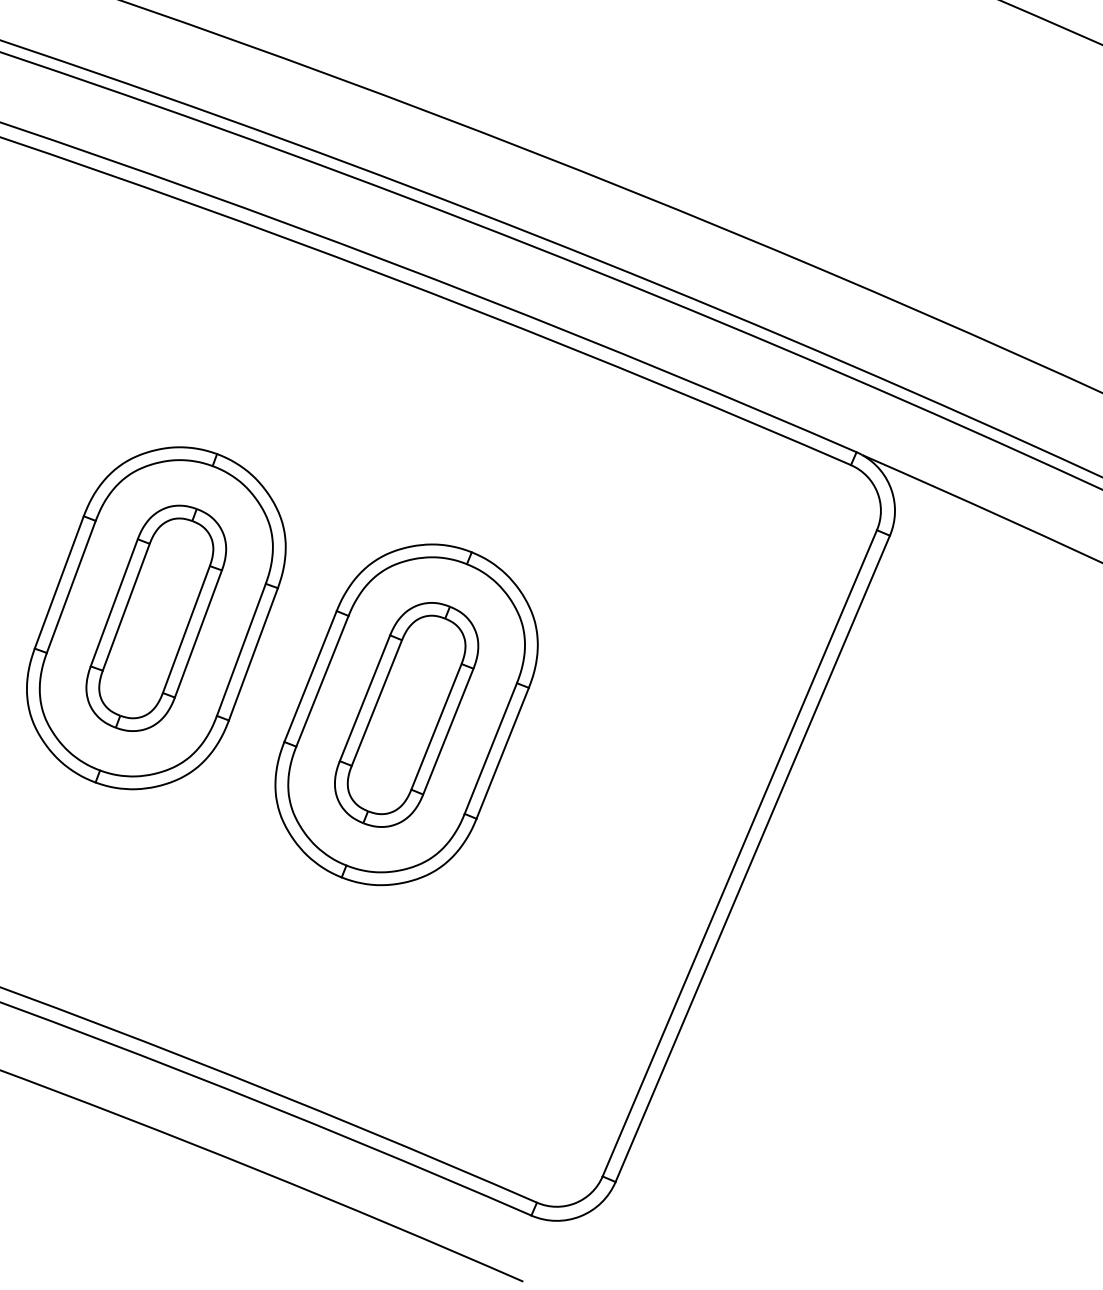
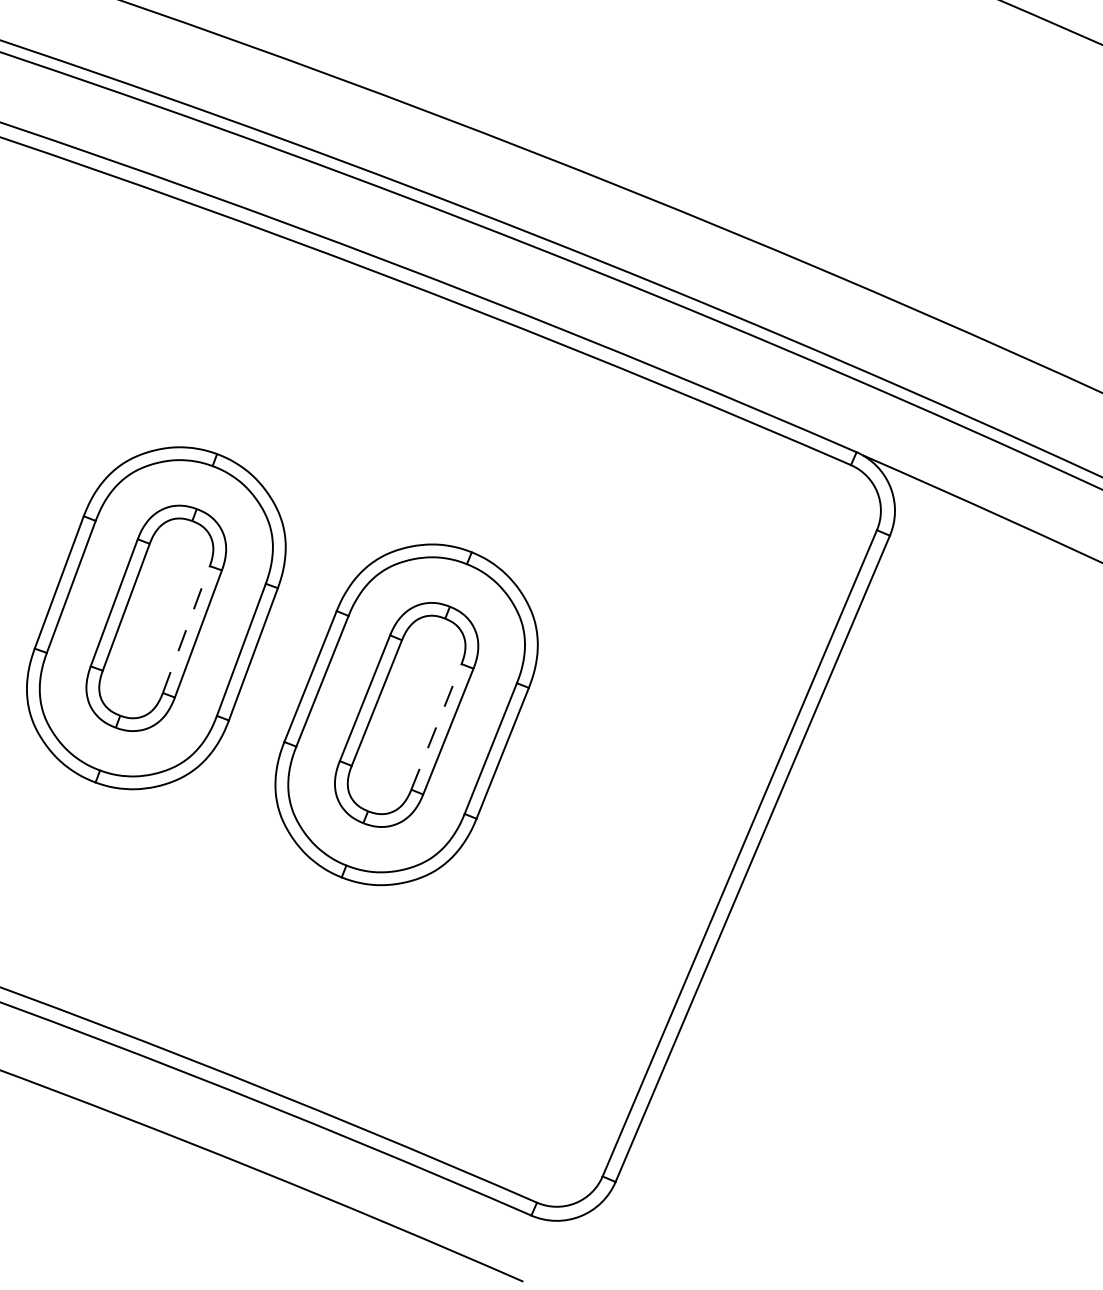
line at (186, 629): solid -> dashed
line at (436, 726): solid -> dashed
